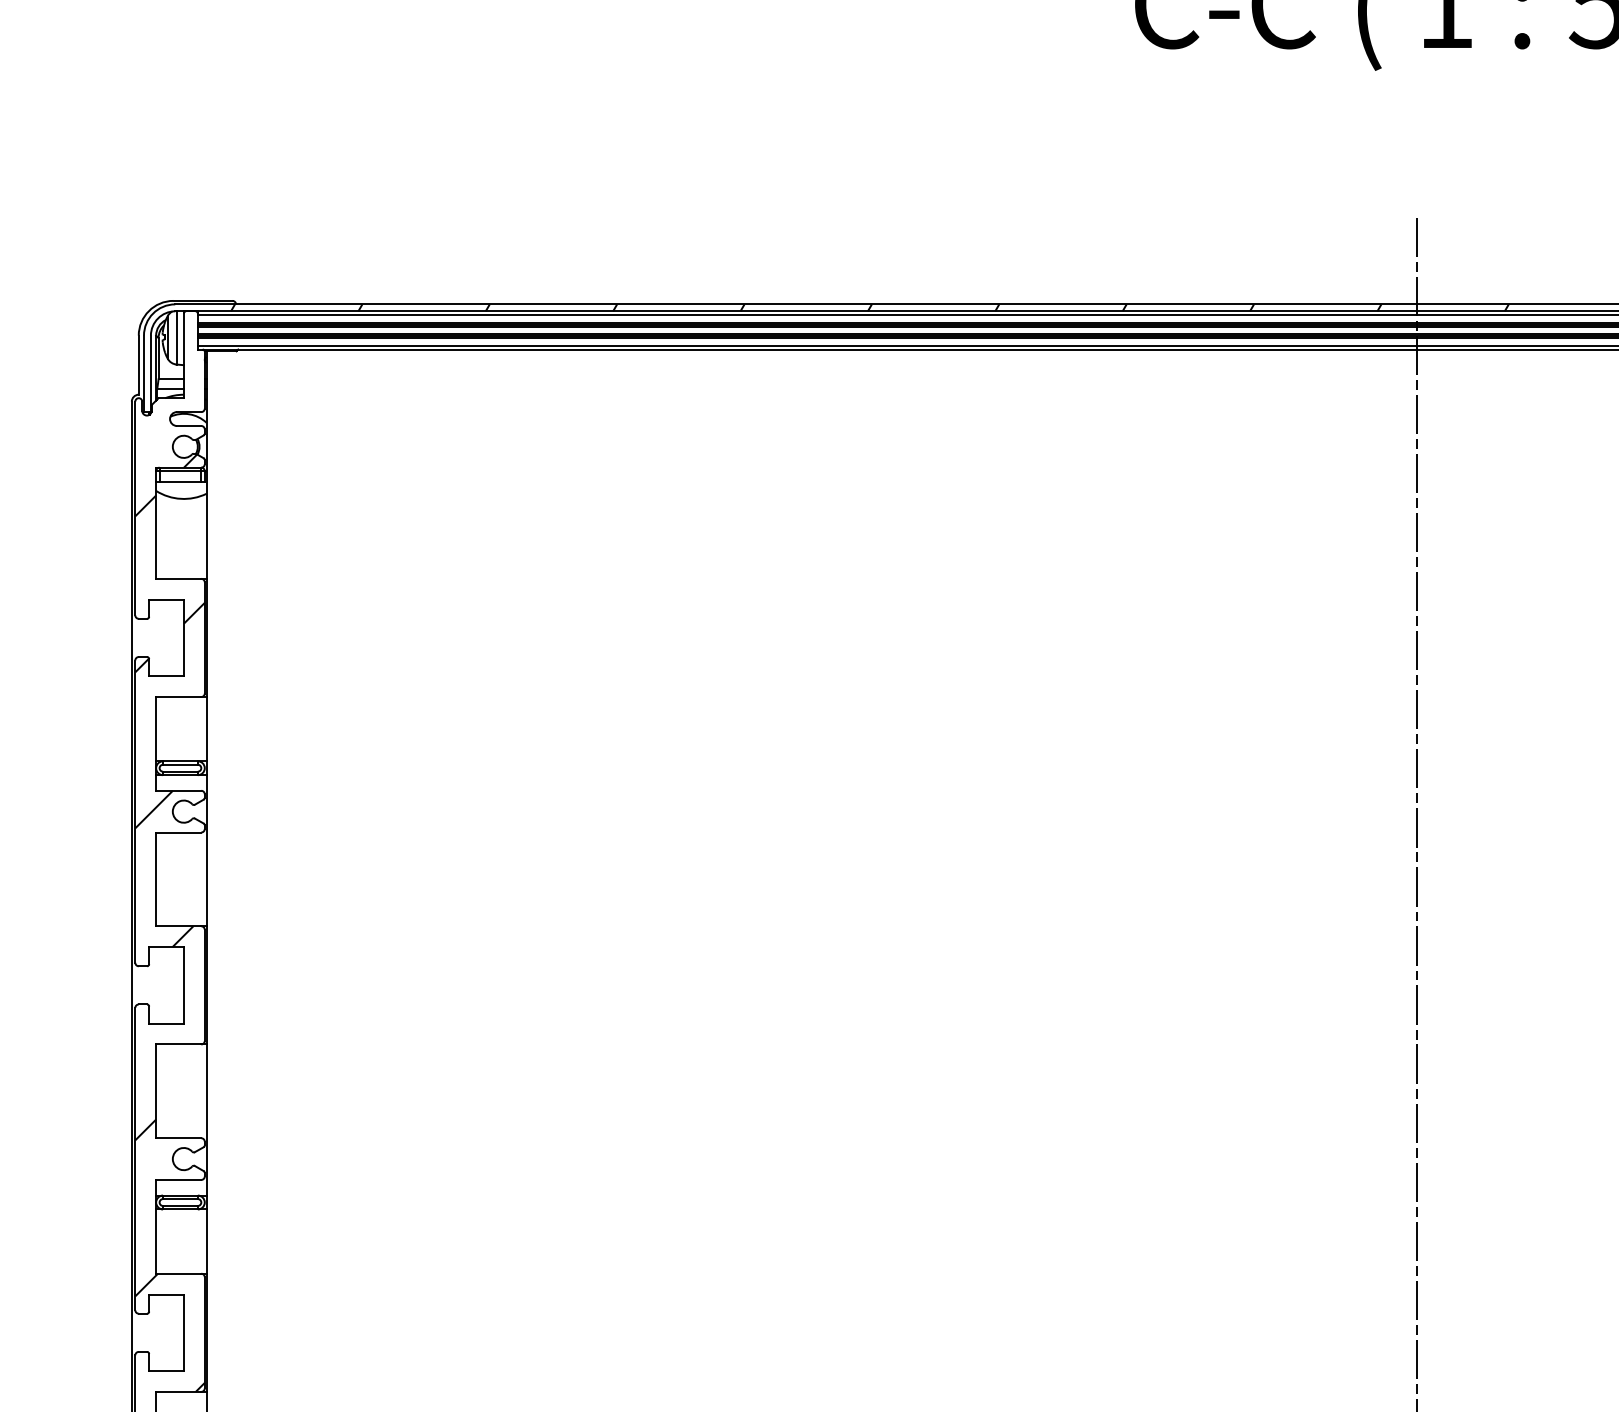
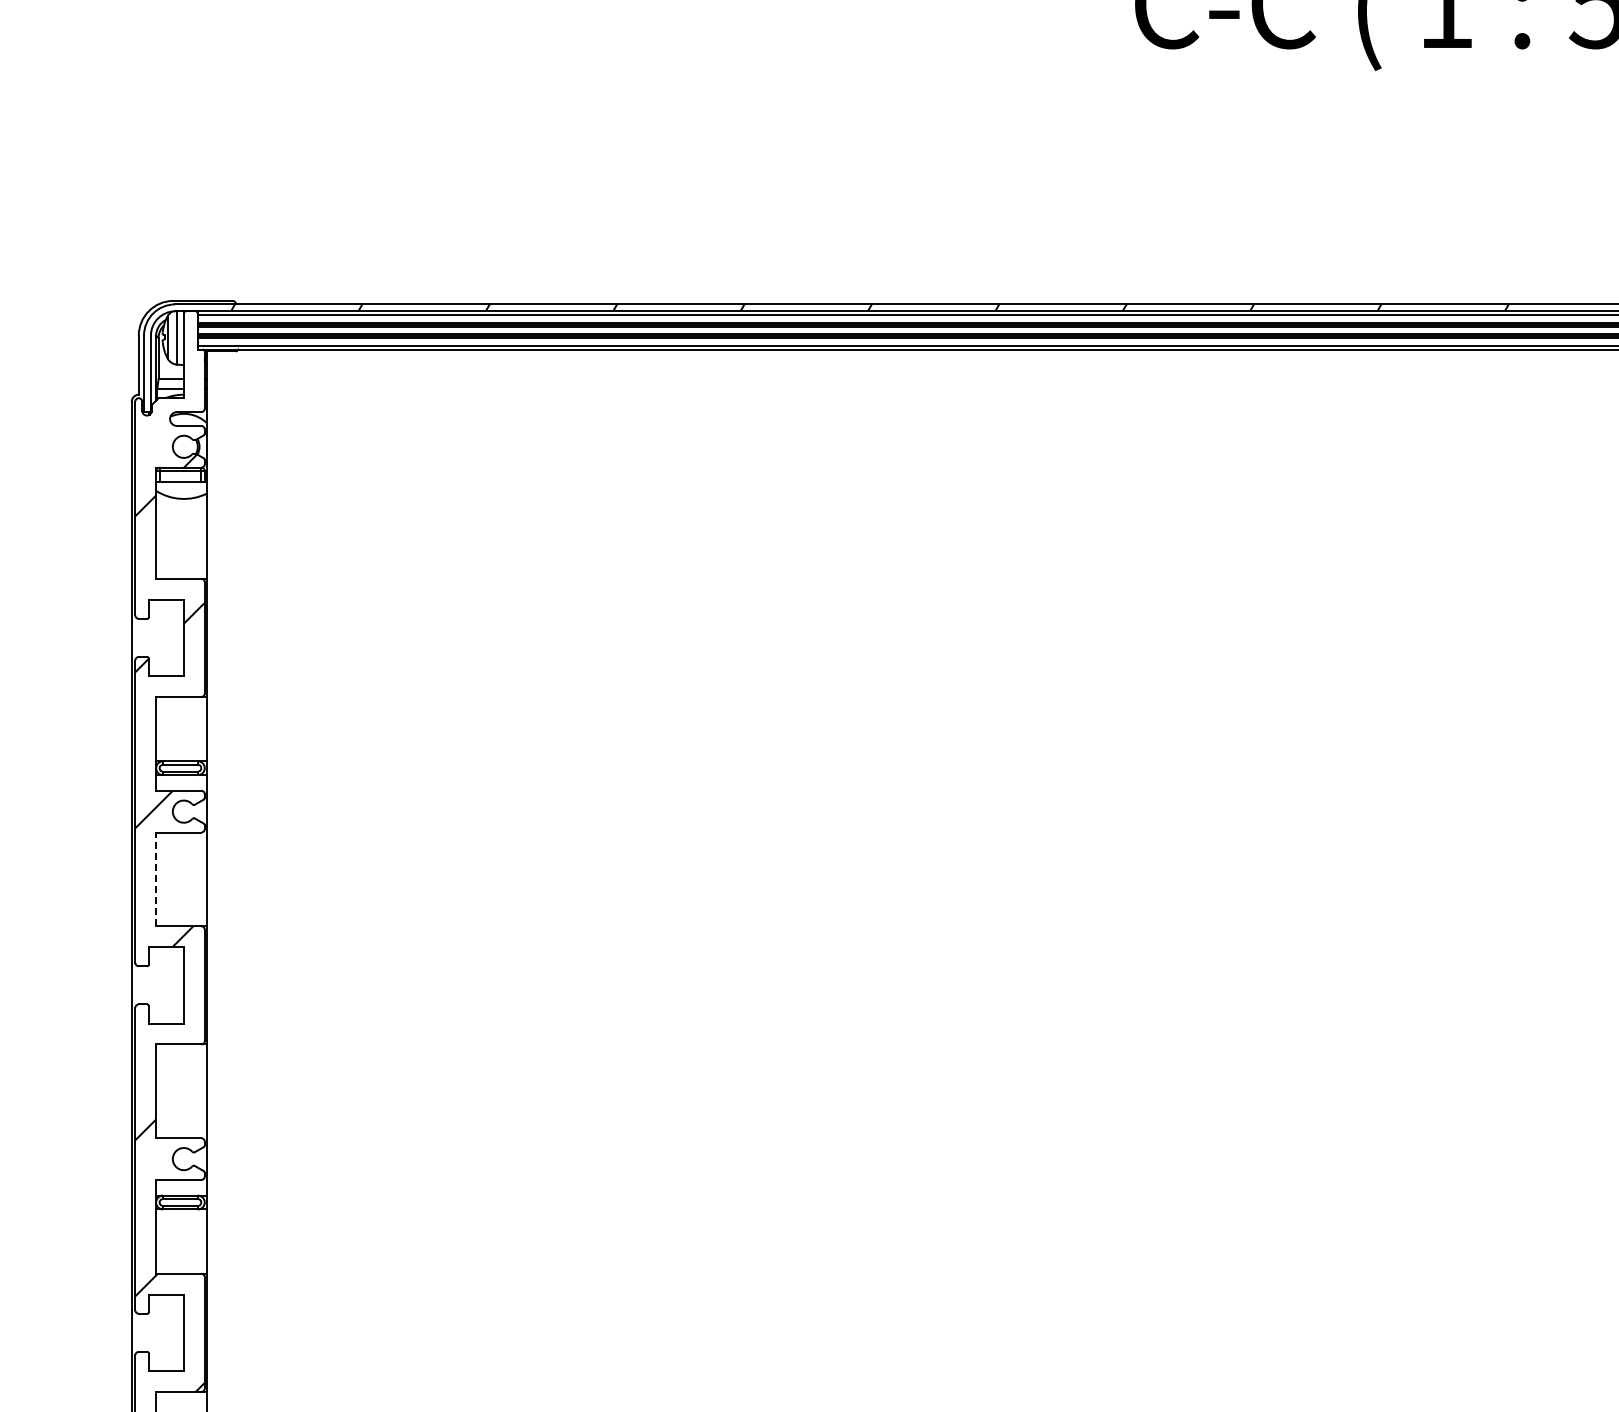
line at (1417, 812): present -> none
line at (156, 879): solid -> dashed
